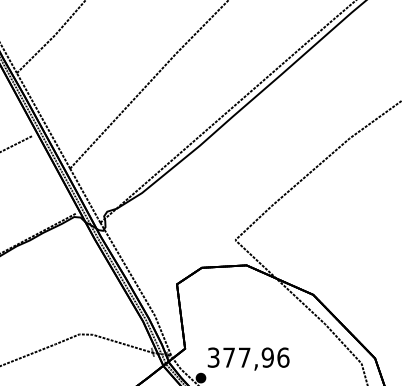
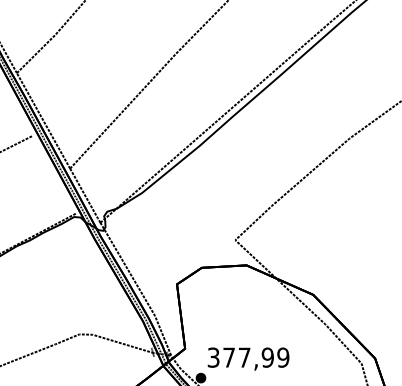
text at (283, 357): 377,96 -> 377,99
